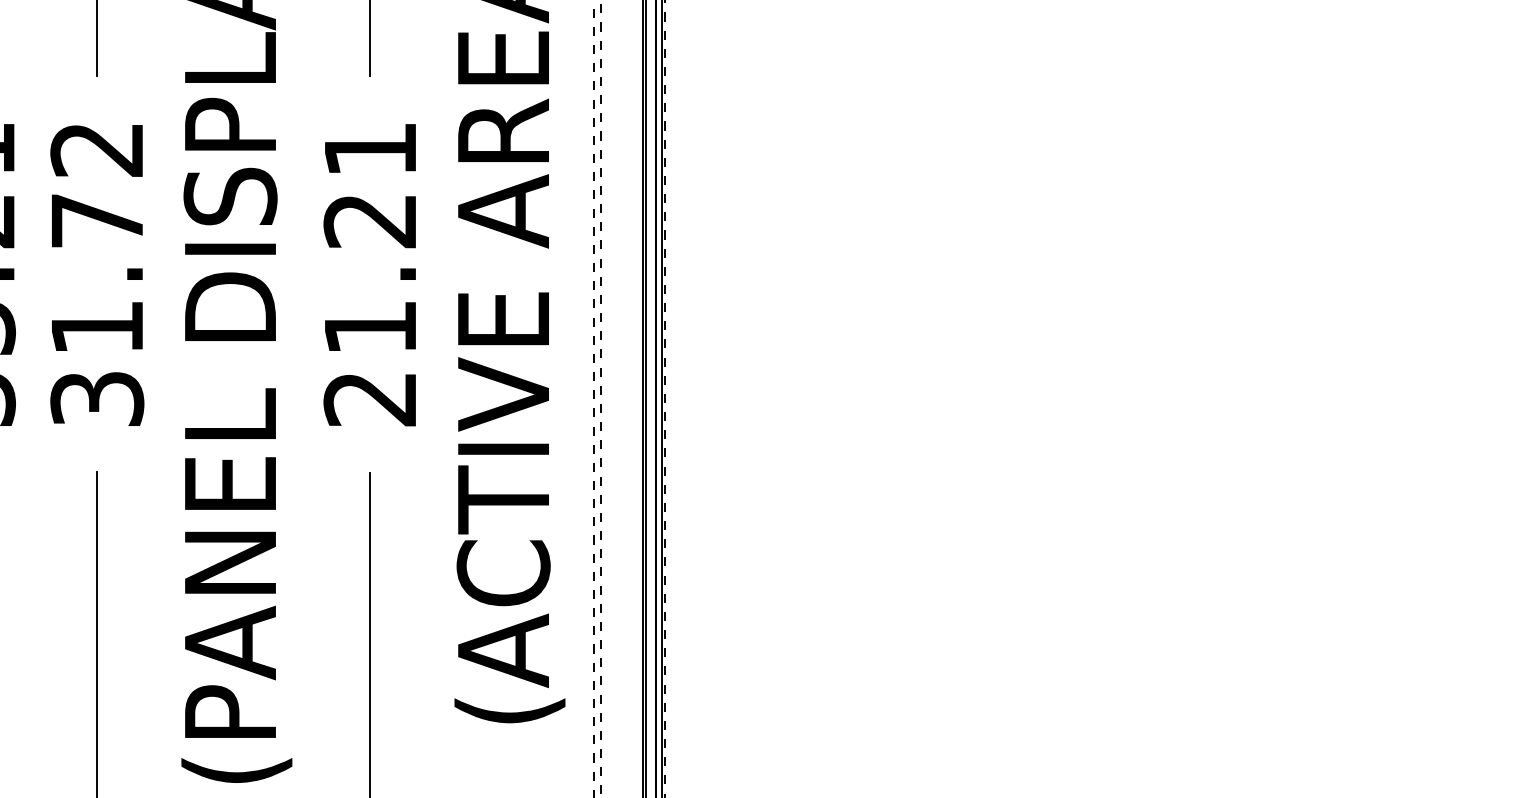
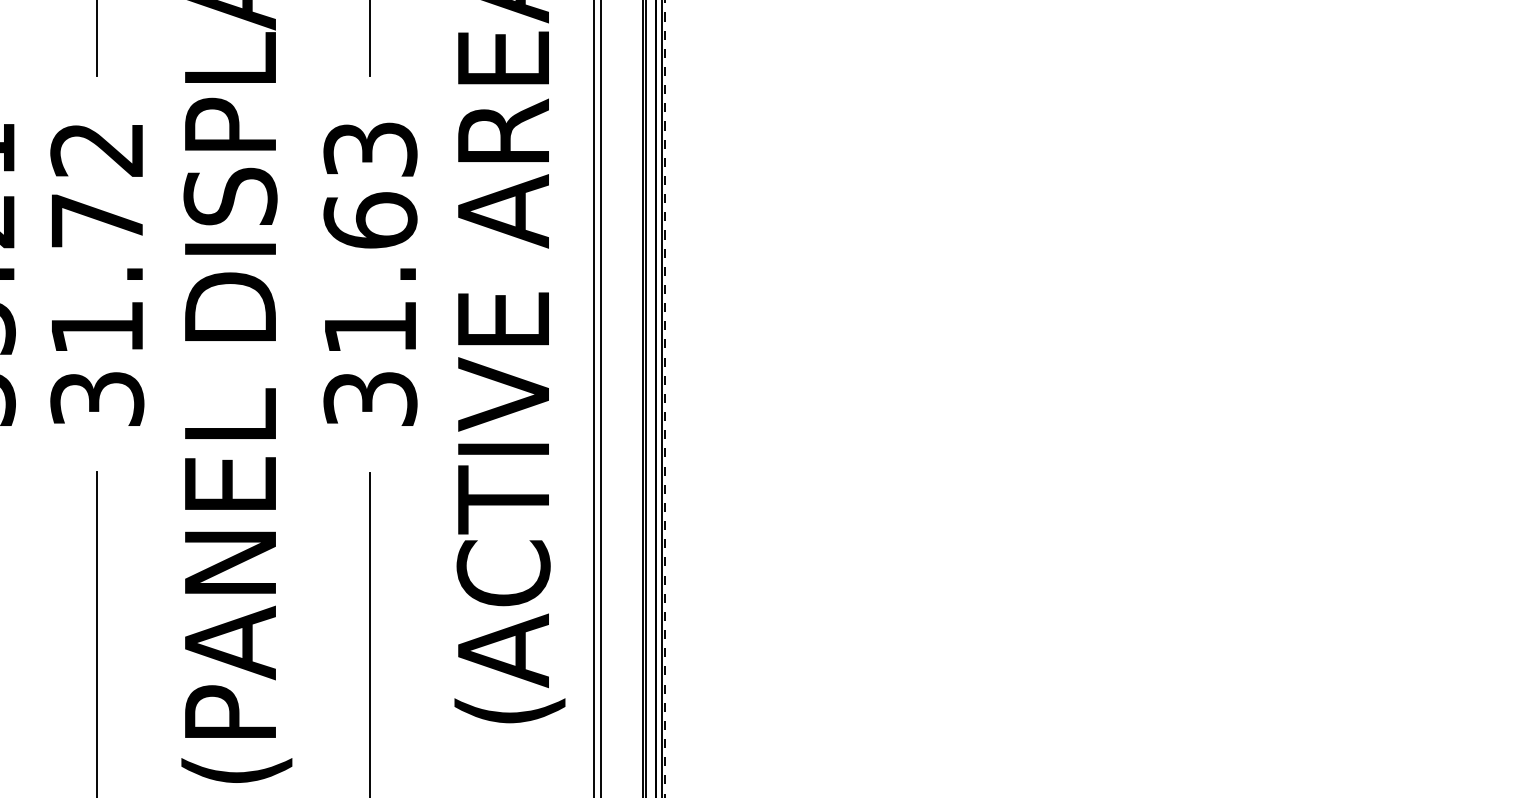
text at (370, 274): 21.21 -> 31.63
line at (600, 398): dashed -> solid
line at (593, 399): dashed -> solid
